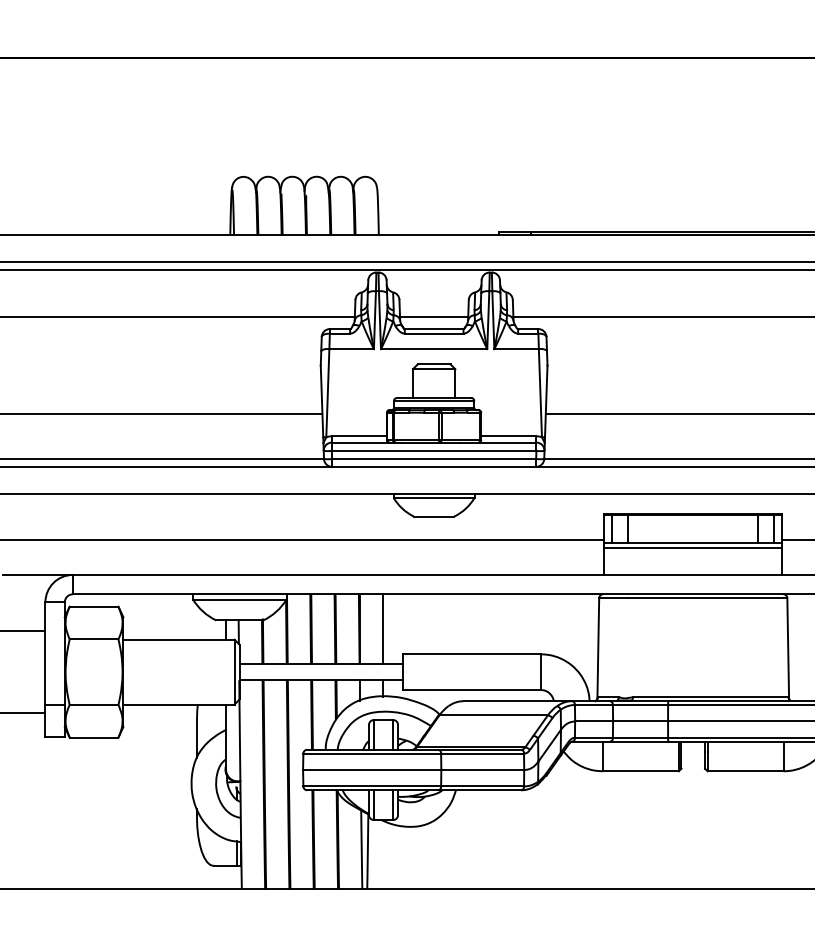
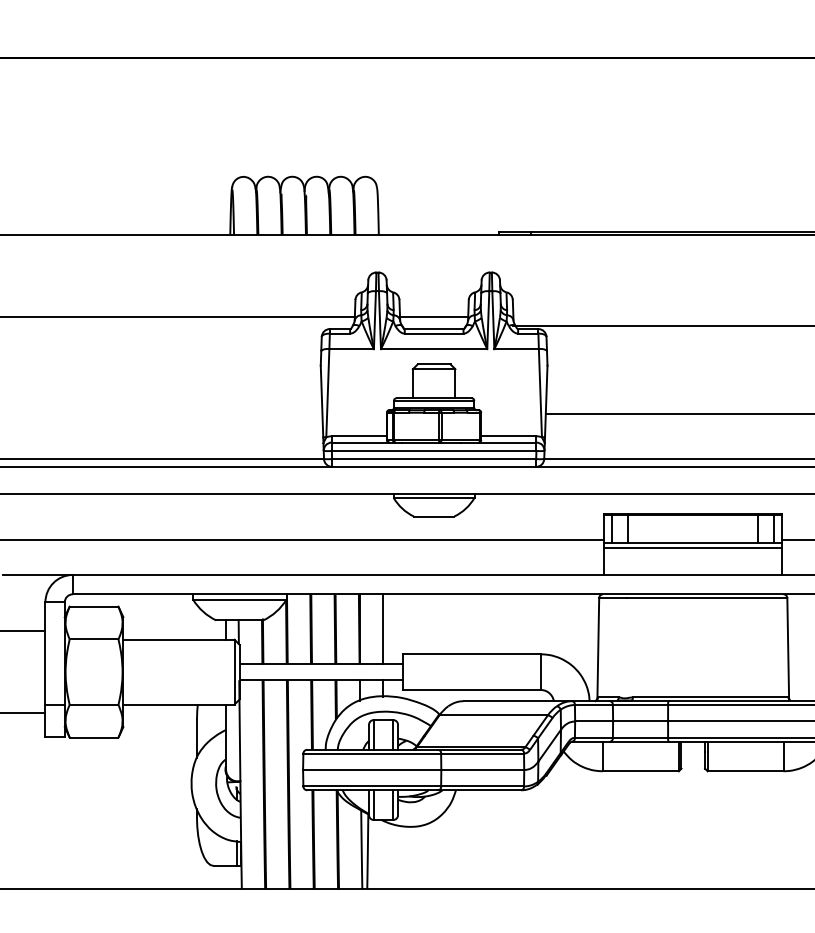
line at (406, 261): present -> none
line at (406, 270): present -> none
line at (662, 317) position: (662, 317) -> (662, 326)
line at (162, 414): present -> none
